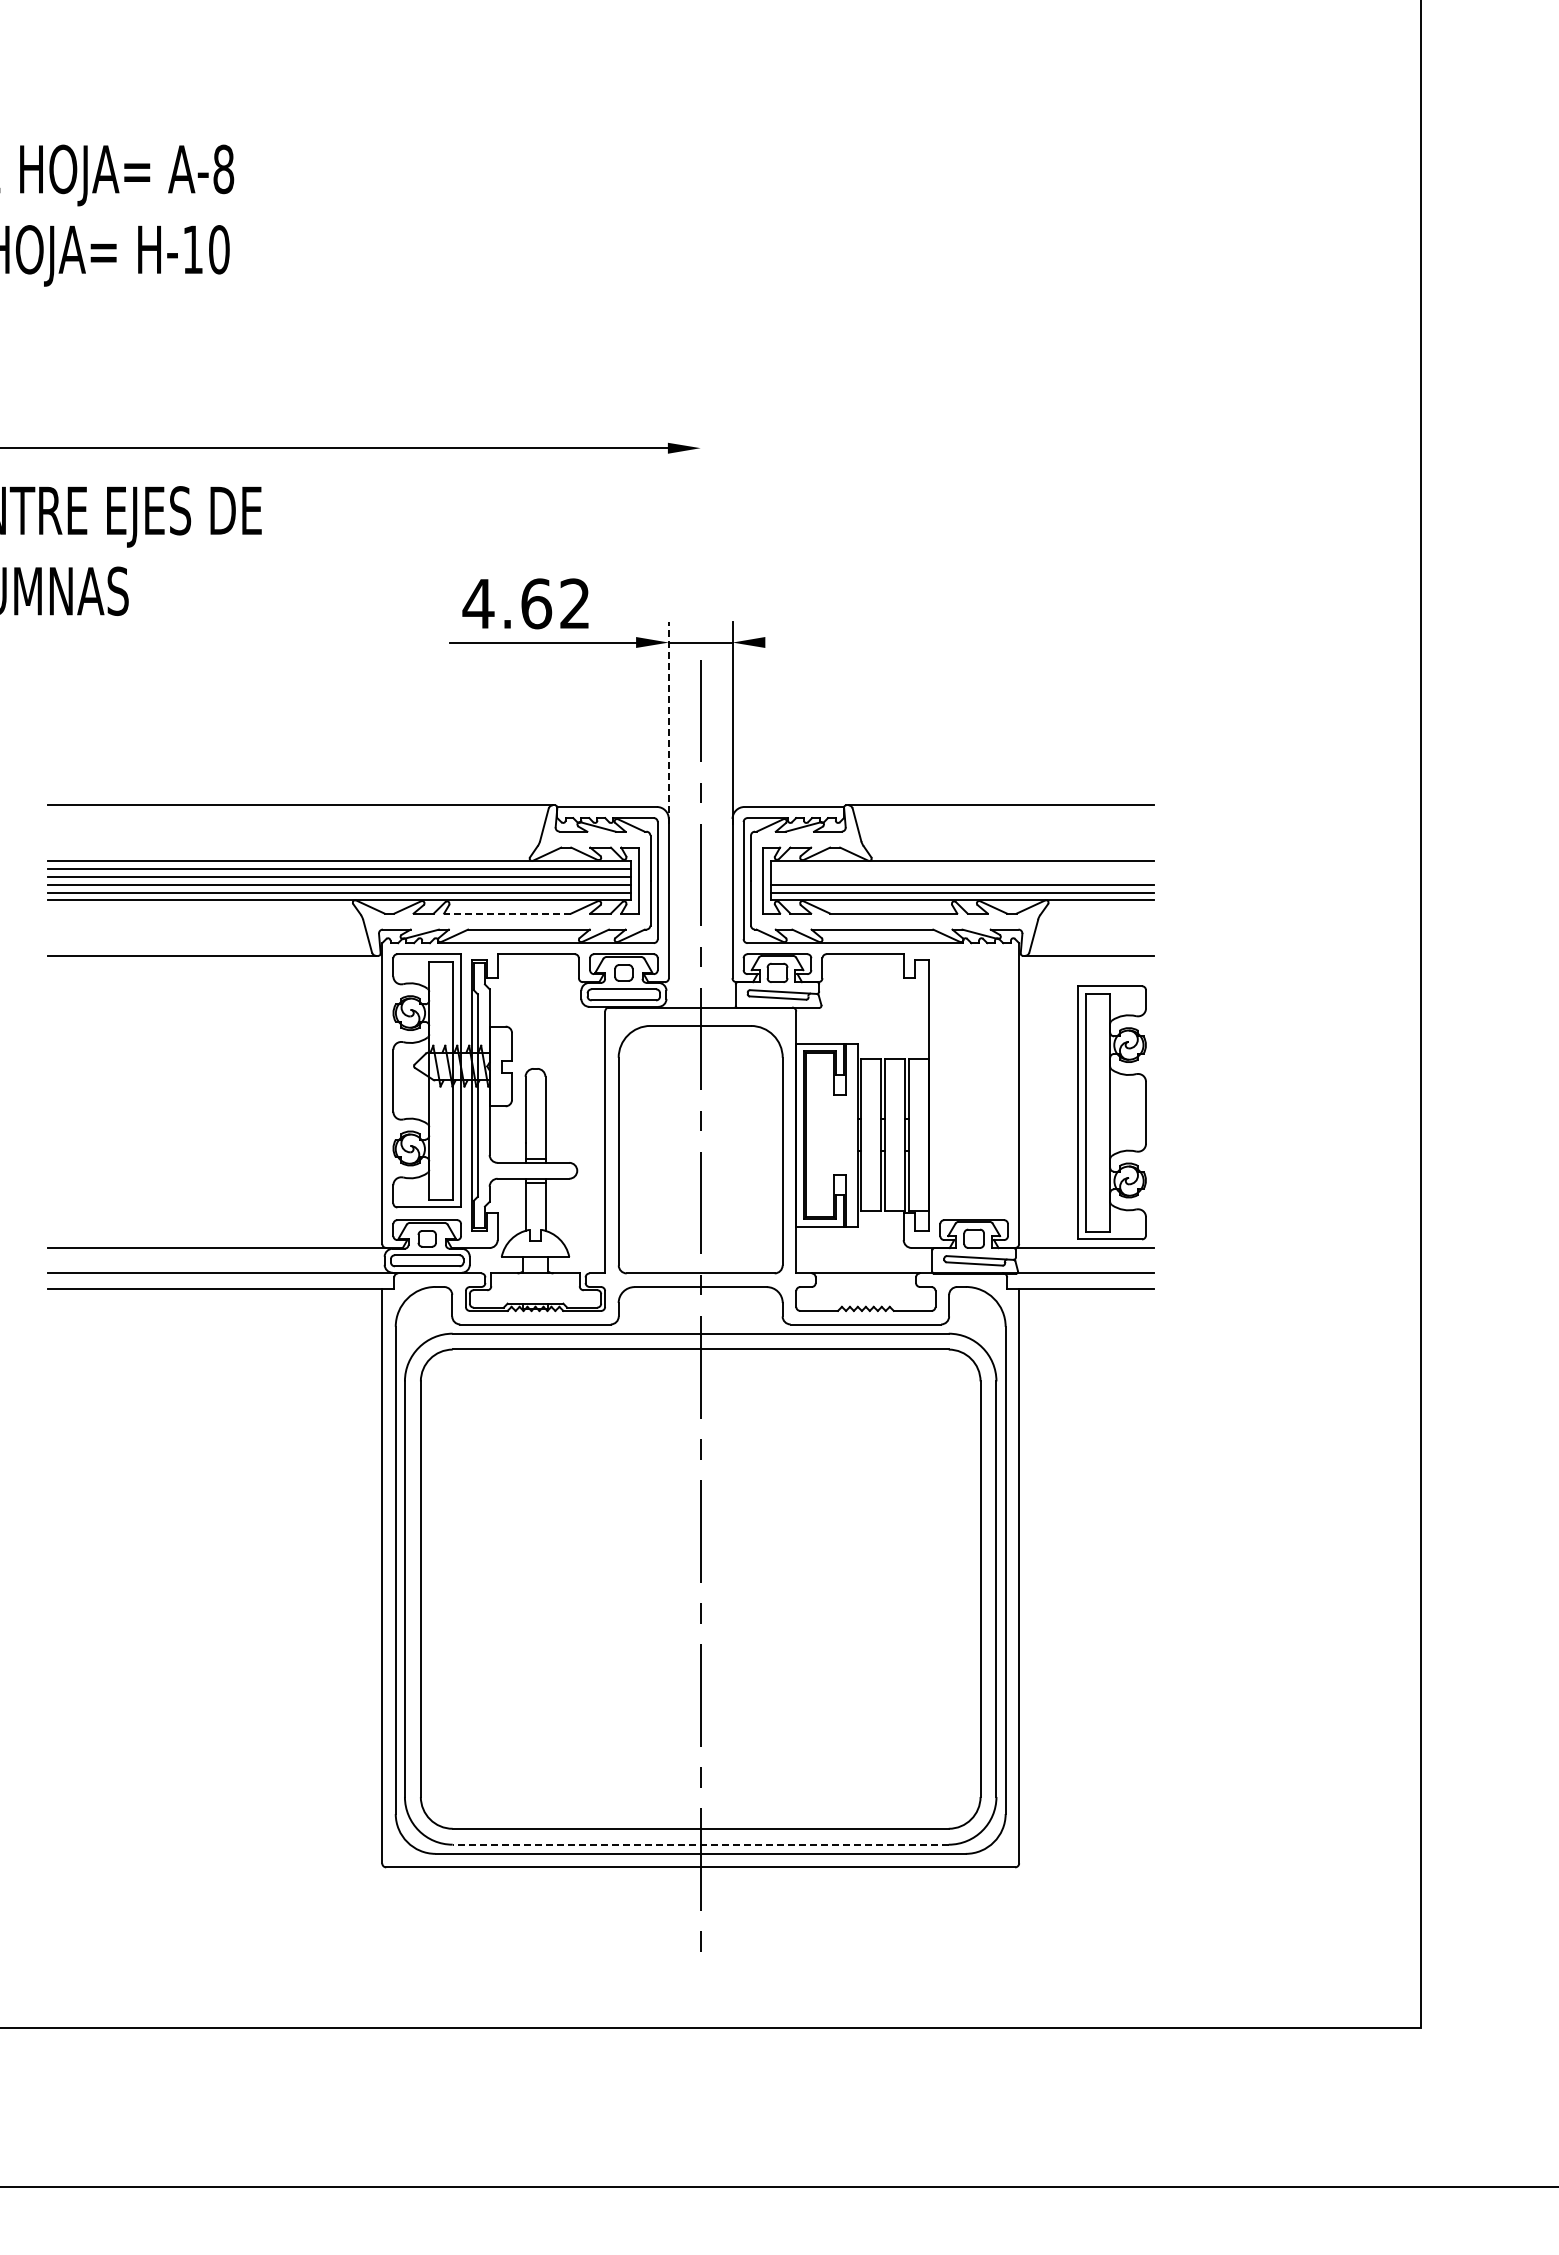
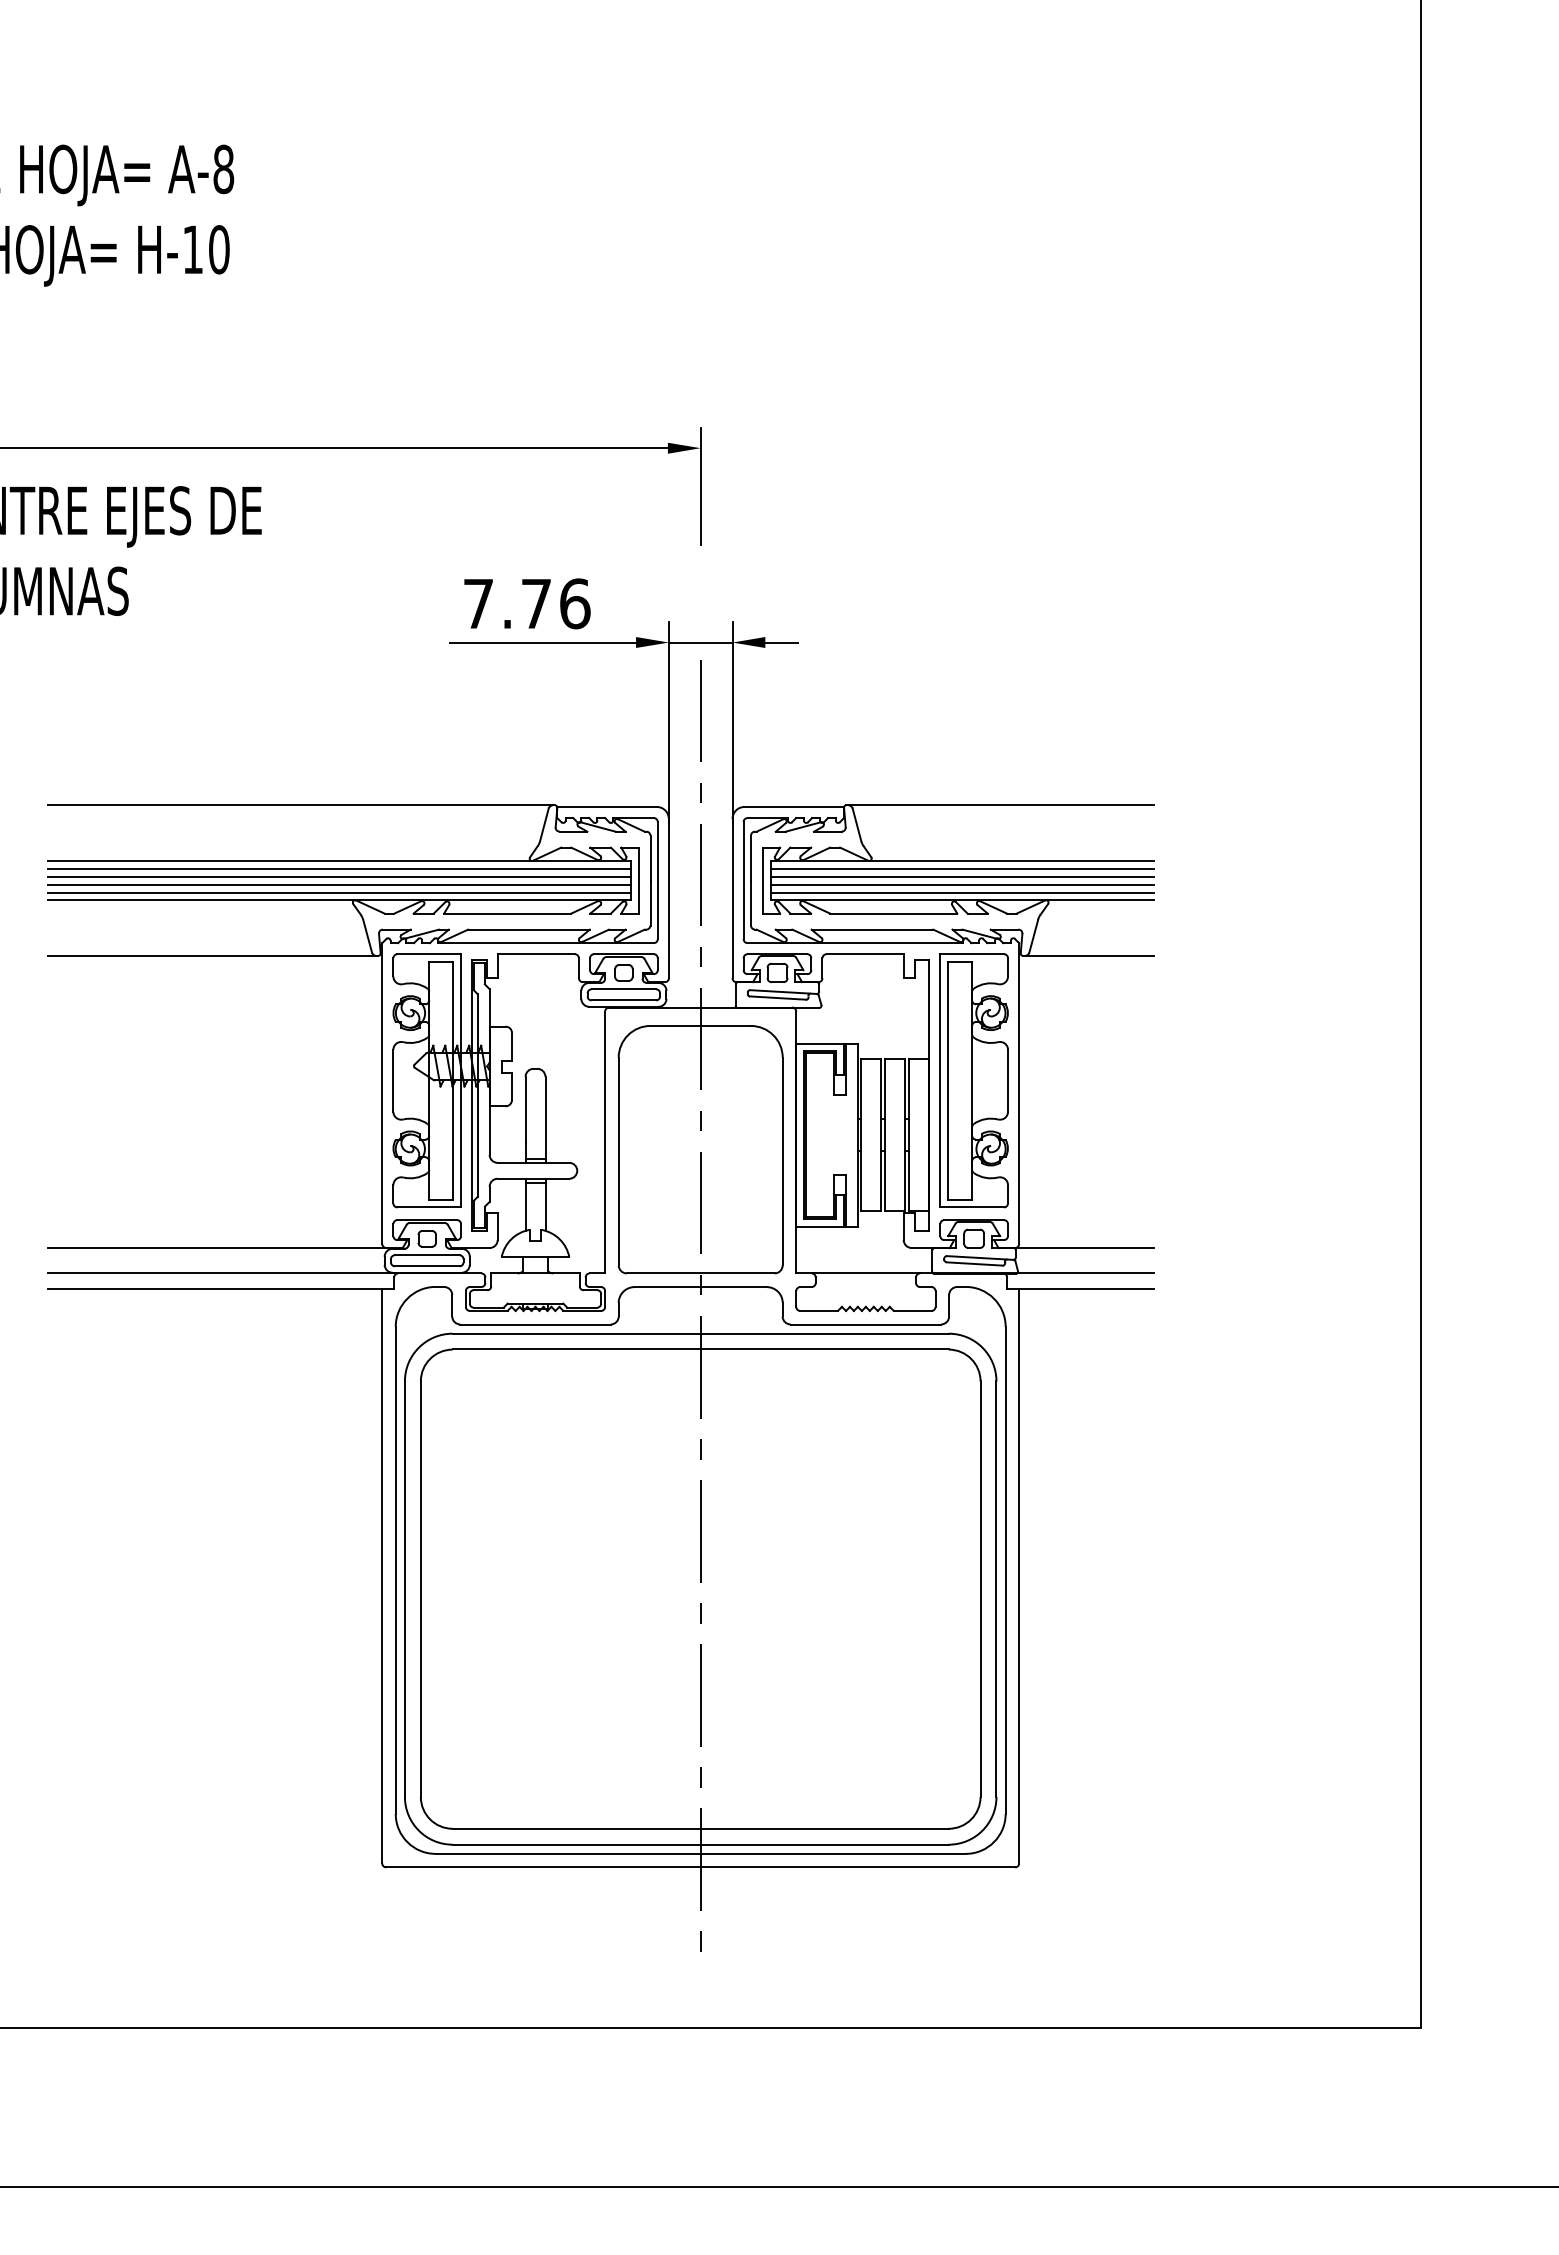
line at (700, 486): none -> present
text at (526, 603): 4.62 -> 7.76
line at (781, 642): none -> present
line at (668, 722): dashed -> solid
line at (962, 868): none -> present
line at (962, 876): none -> present
line at (507, 913): dashed -> solid
part at (1111, 1112) position: (1111, 1112) -> (973, 1080)
line at (700, 1844): dashed -> solid
